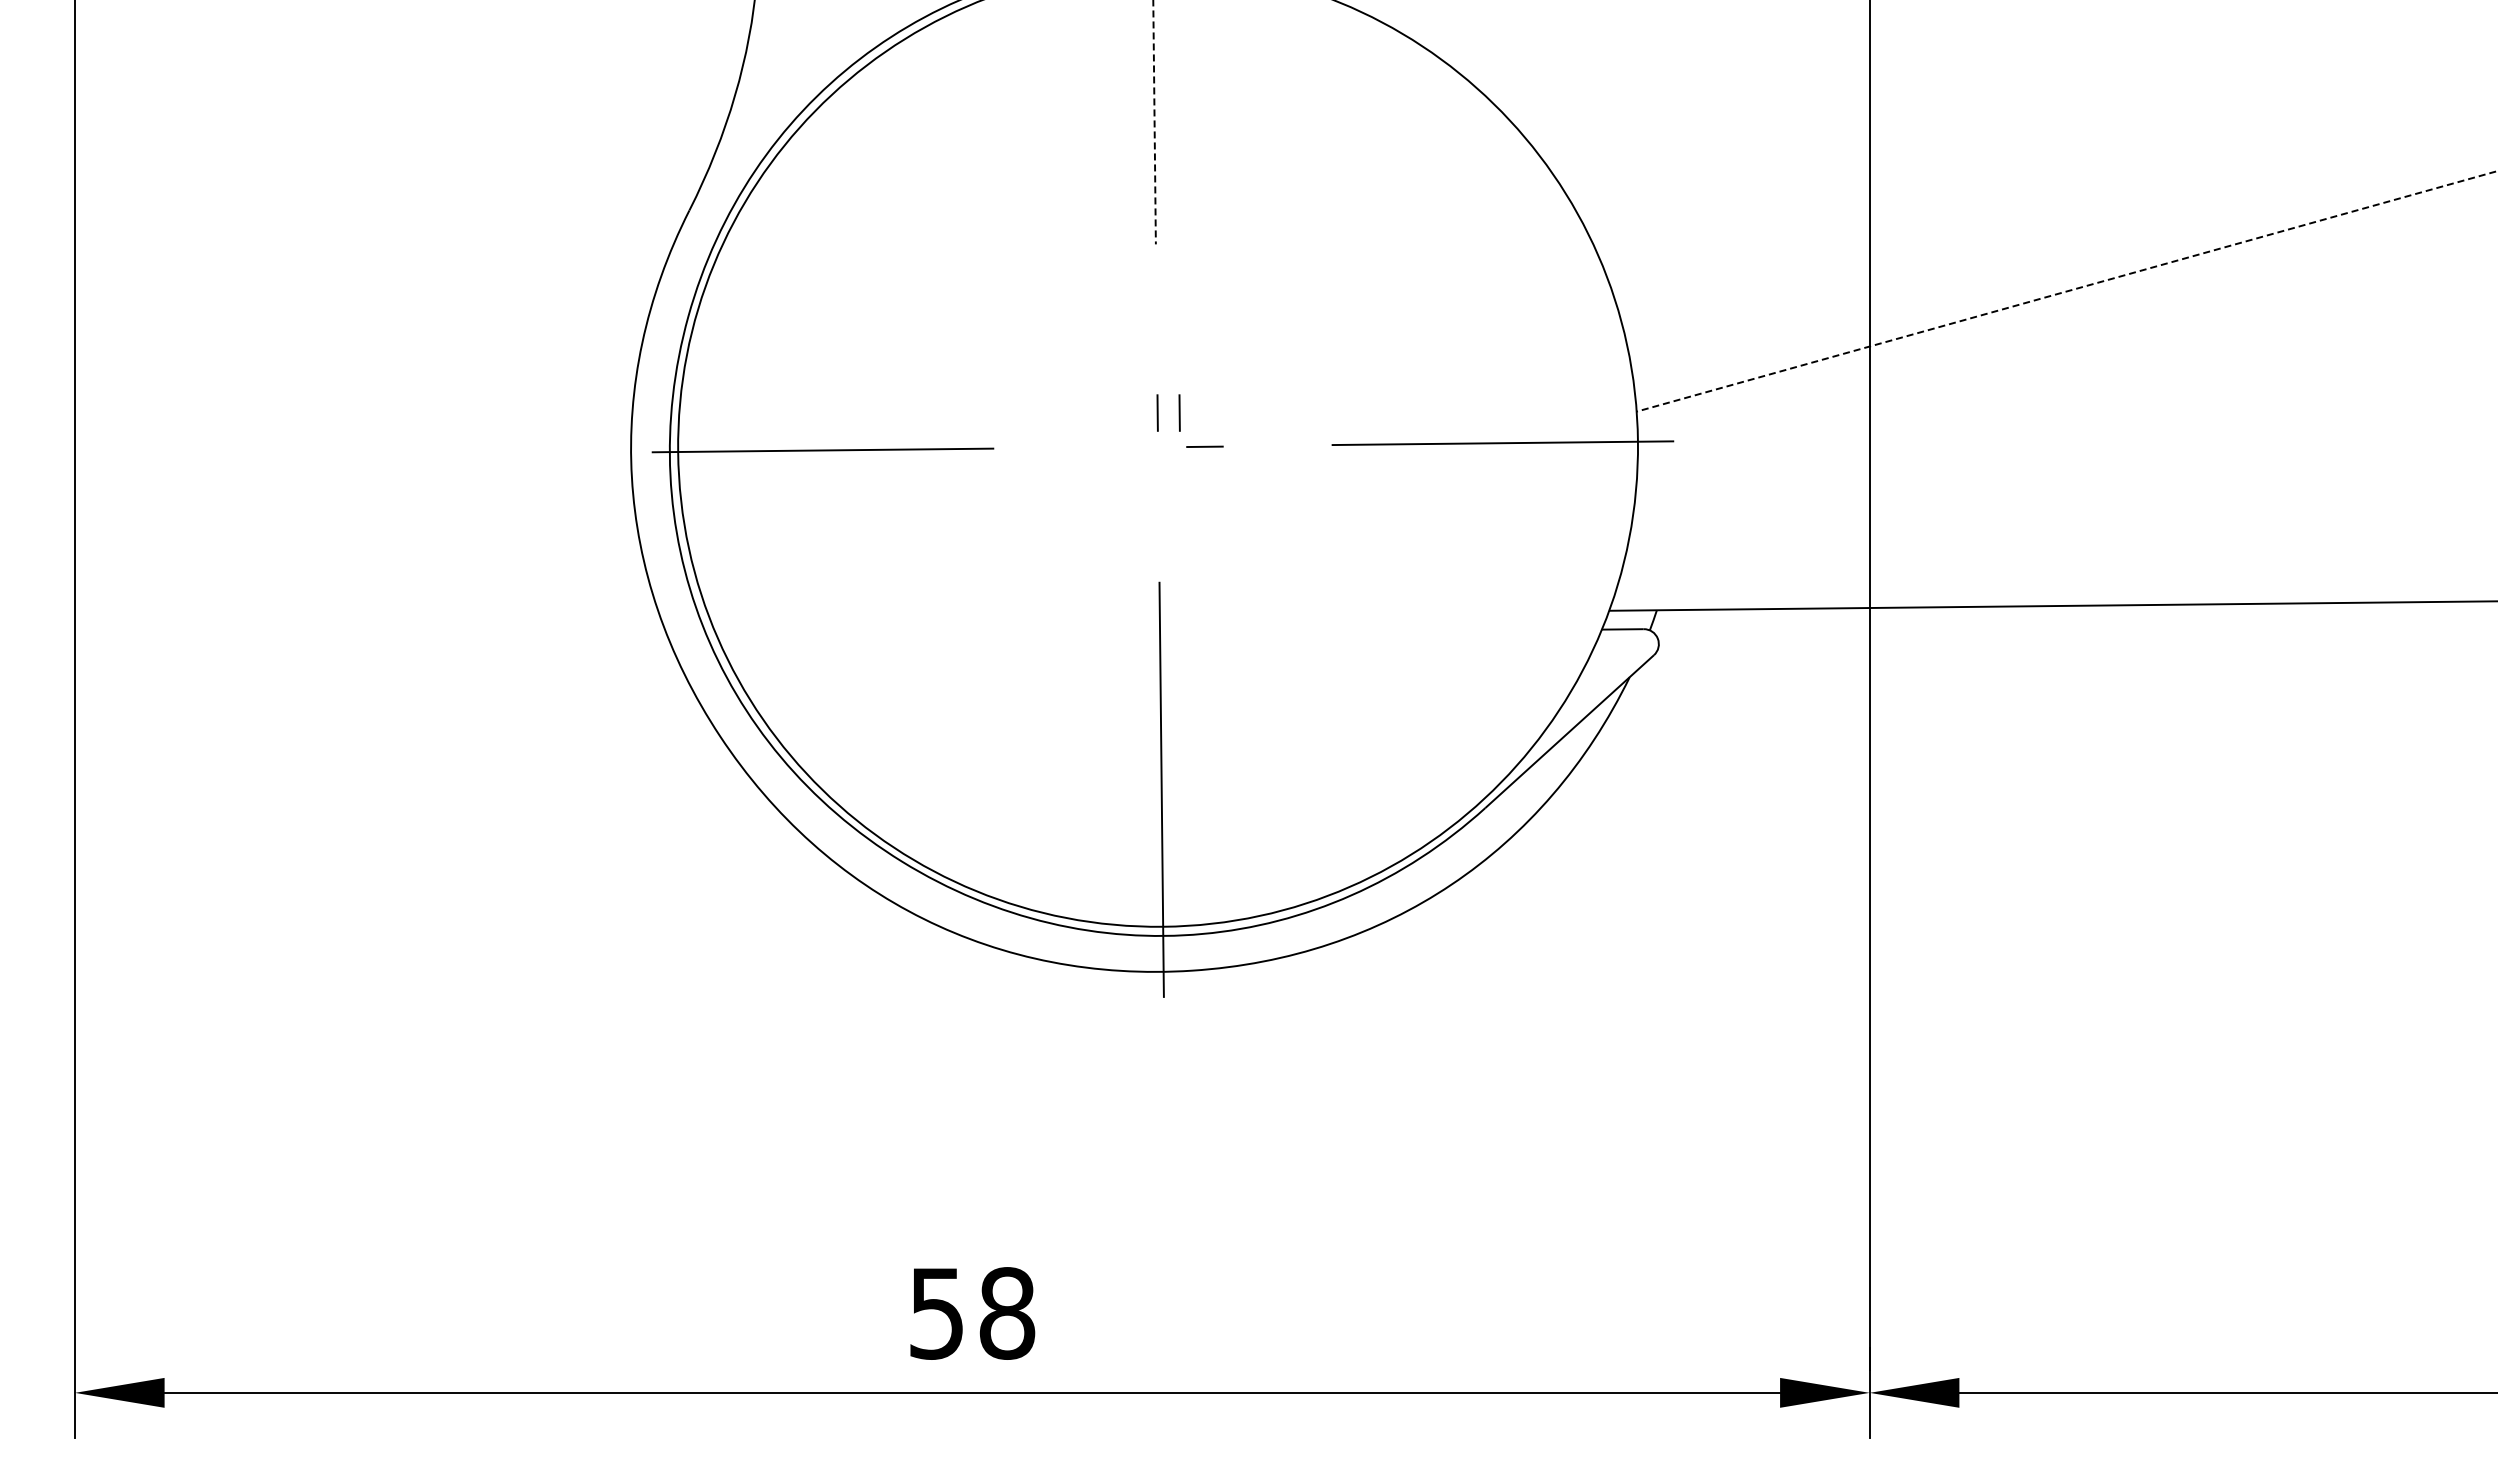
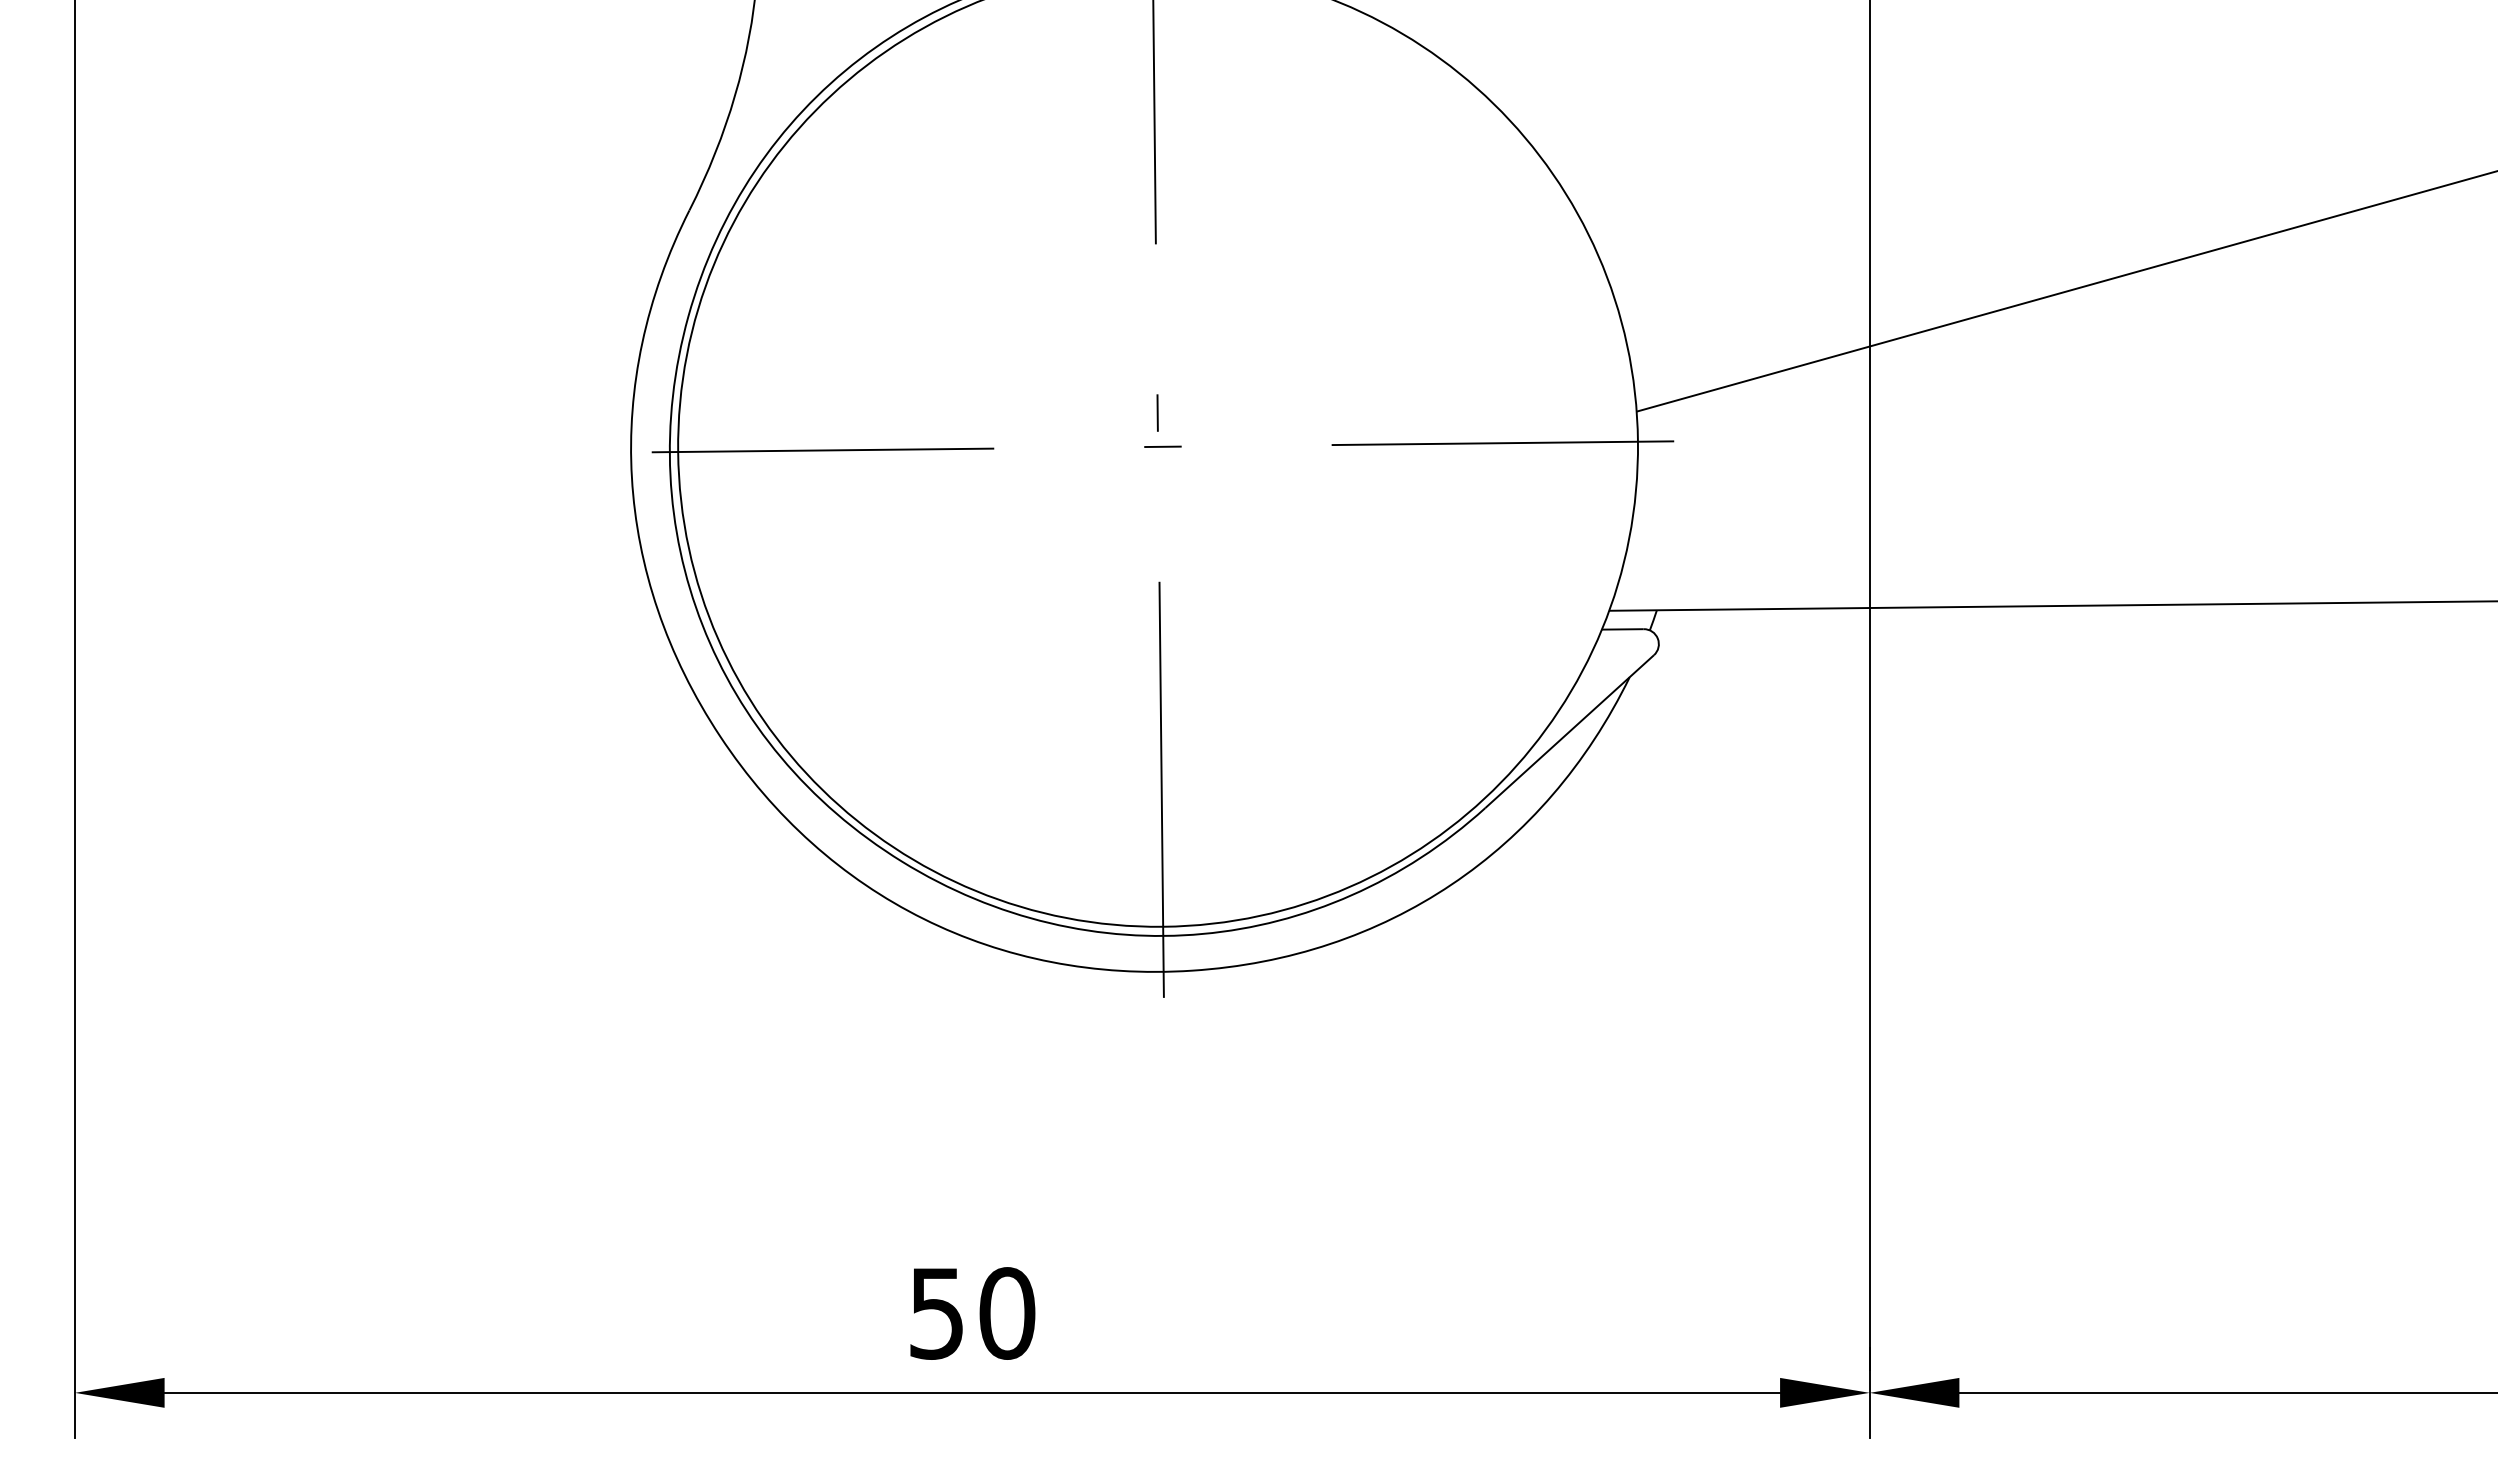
line at (1154, 122): dashed -> solid
line at (2066, 291): dashed -> solid
line at (1179, 412): present -> none
line at (1204, 446) position: (1204, 446) -> (1162, 446)
text at (1007, 1313): 58 -> 50
